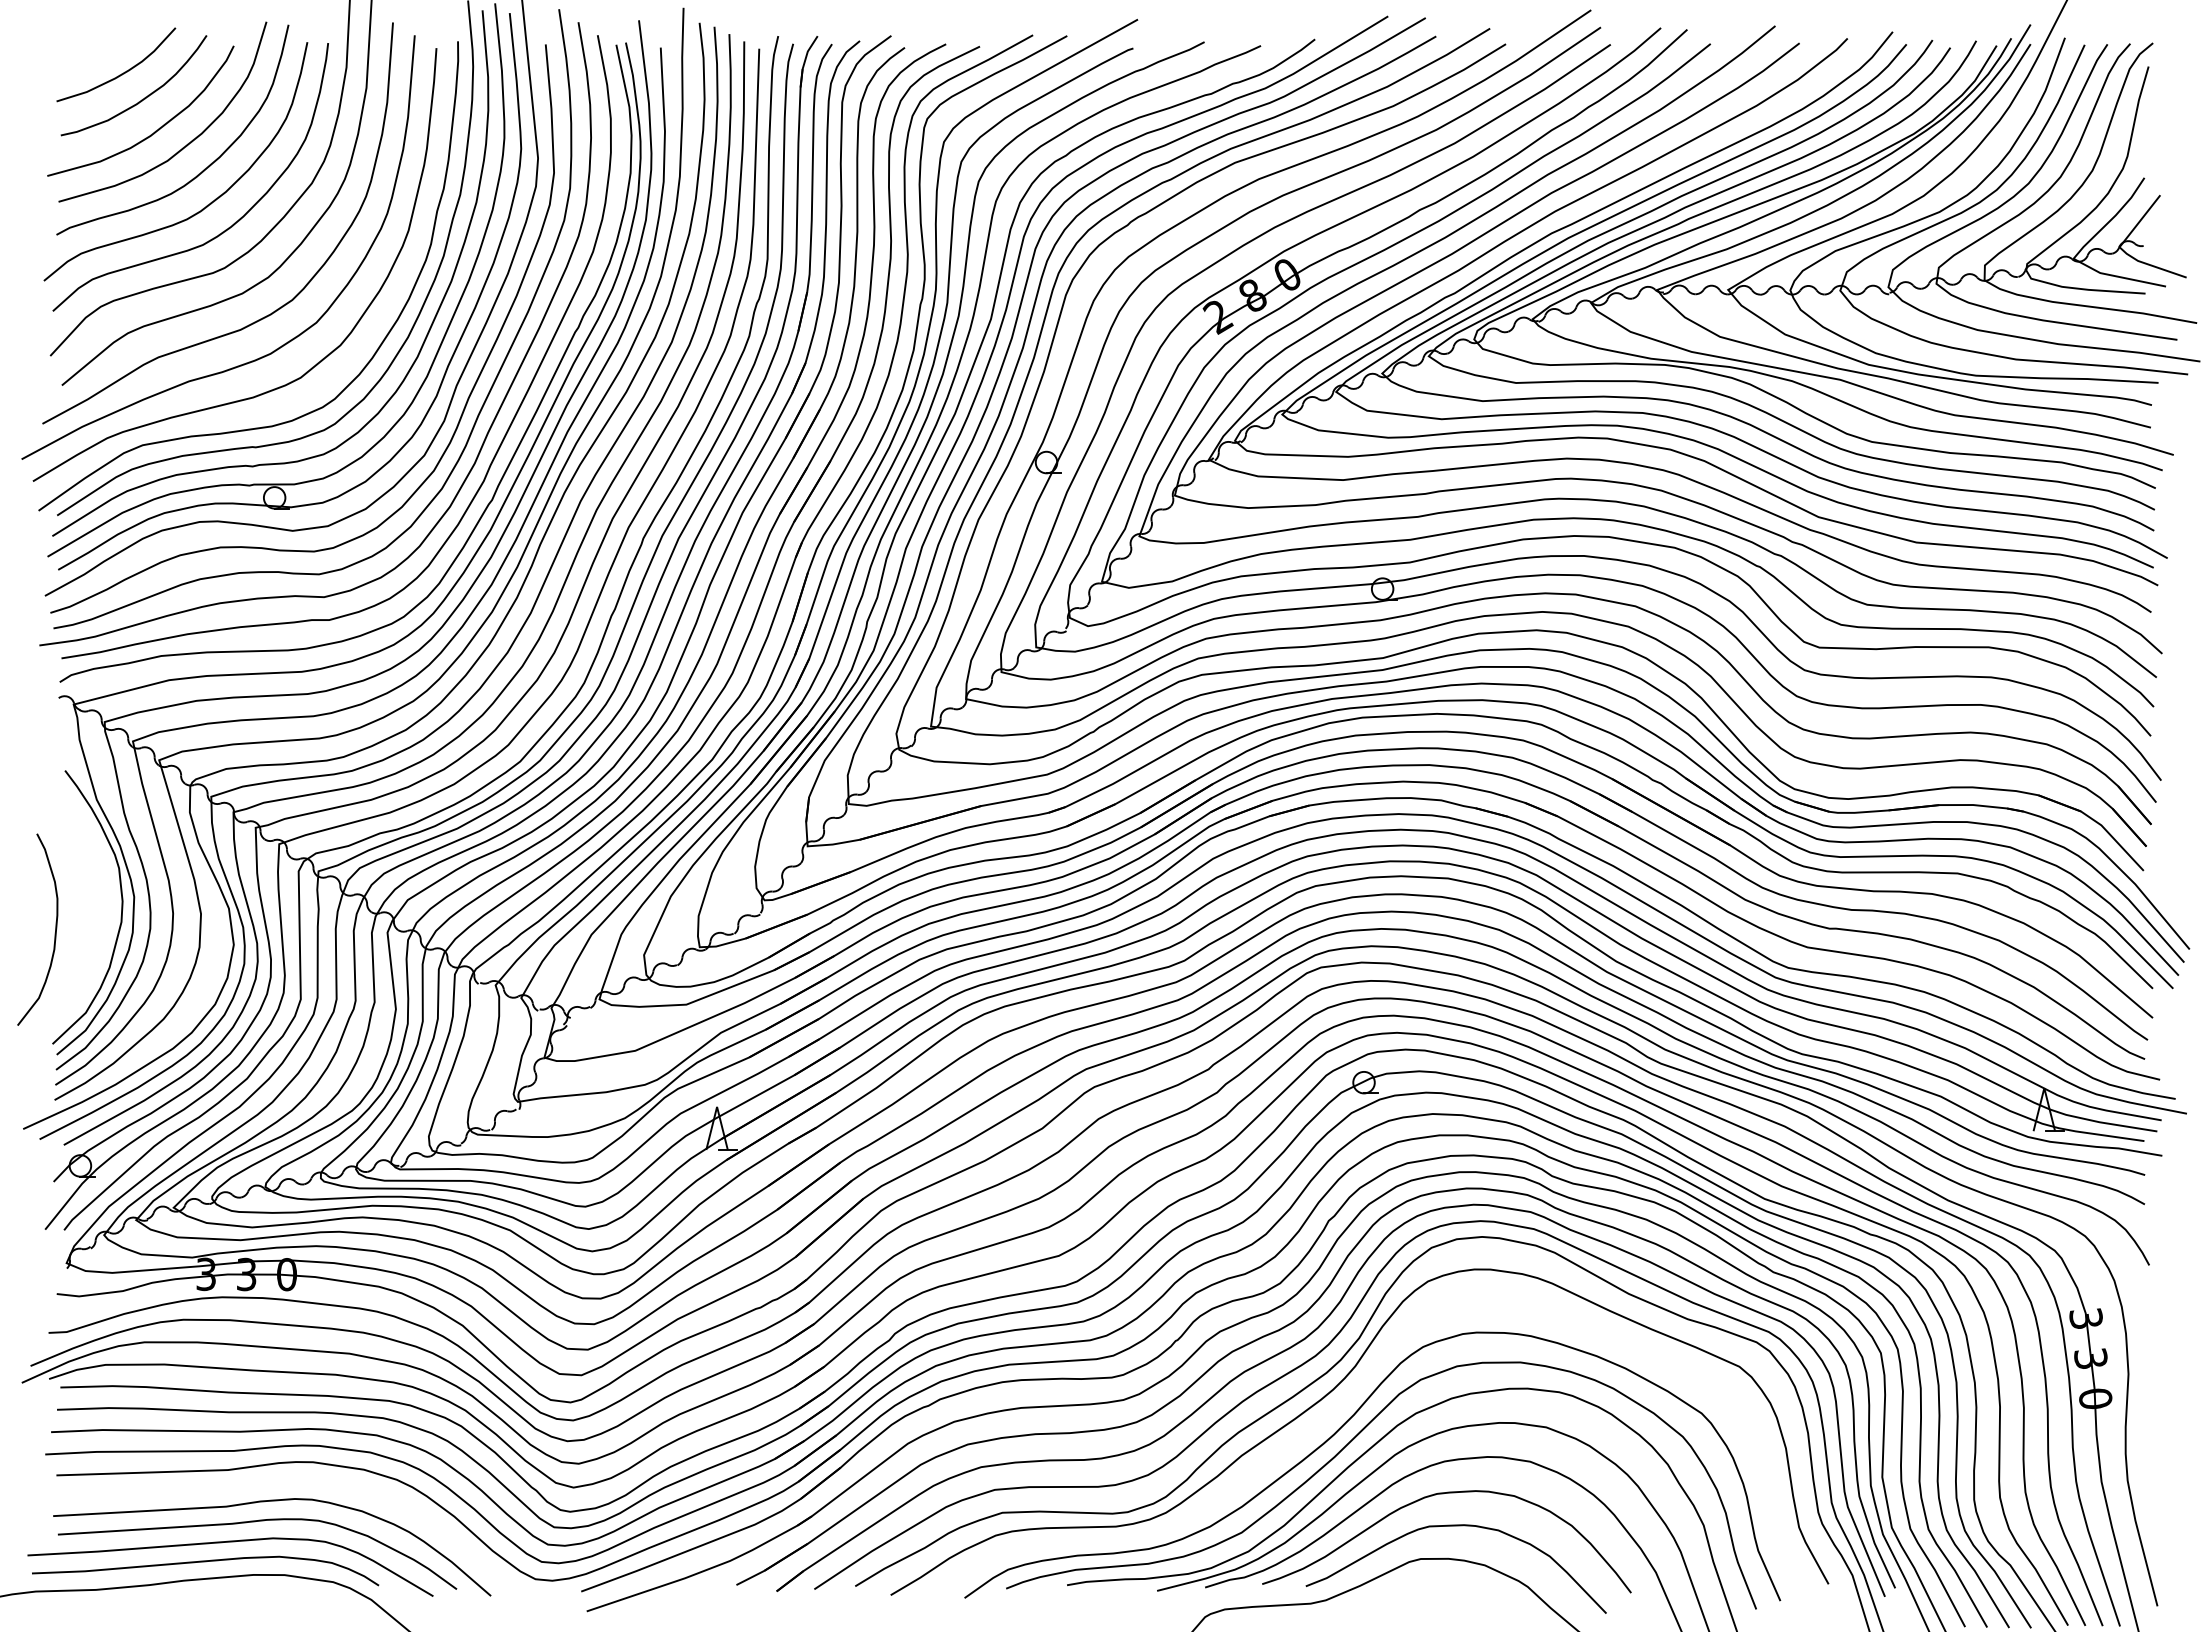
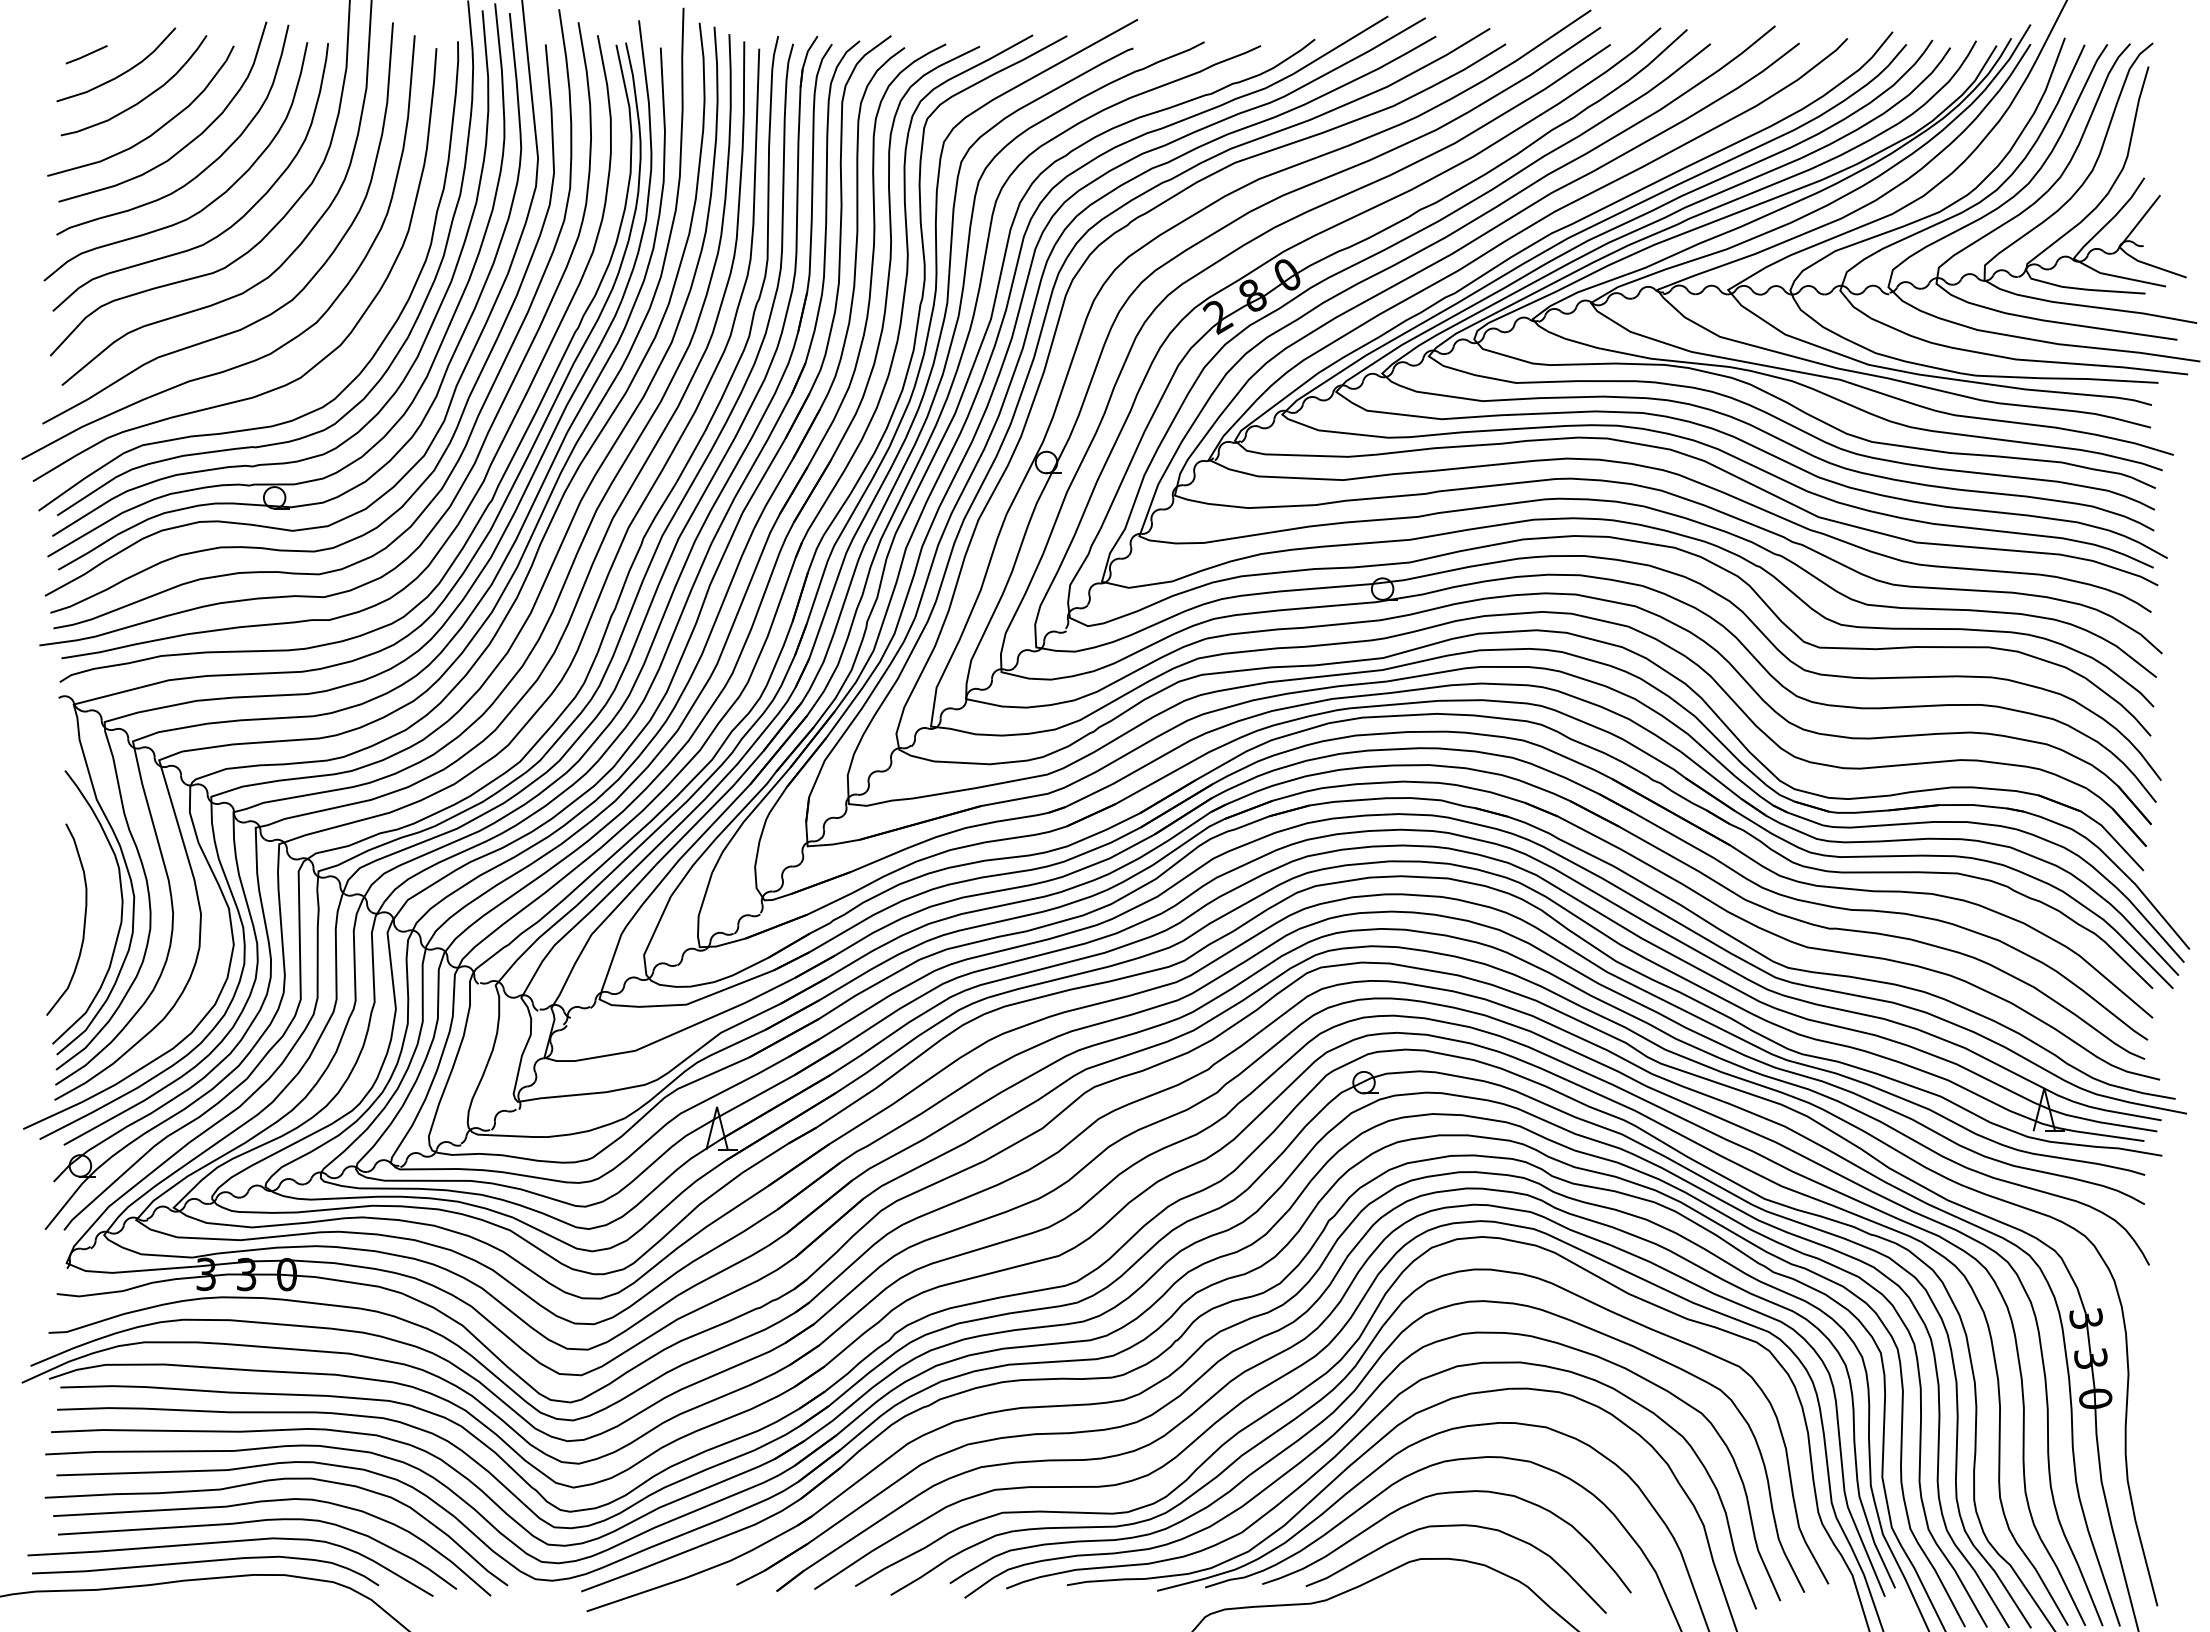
line at (86, 54): none -> present
curve at (54, 933) position: (54, 933) -> (83, 923)
curve at (1339, 1407): none -> present
curve at (270, 1481): none -> present
